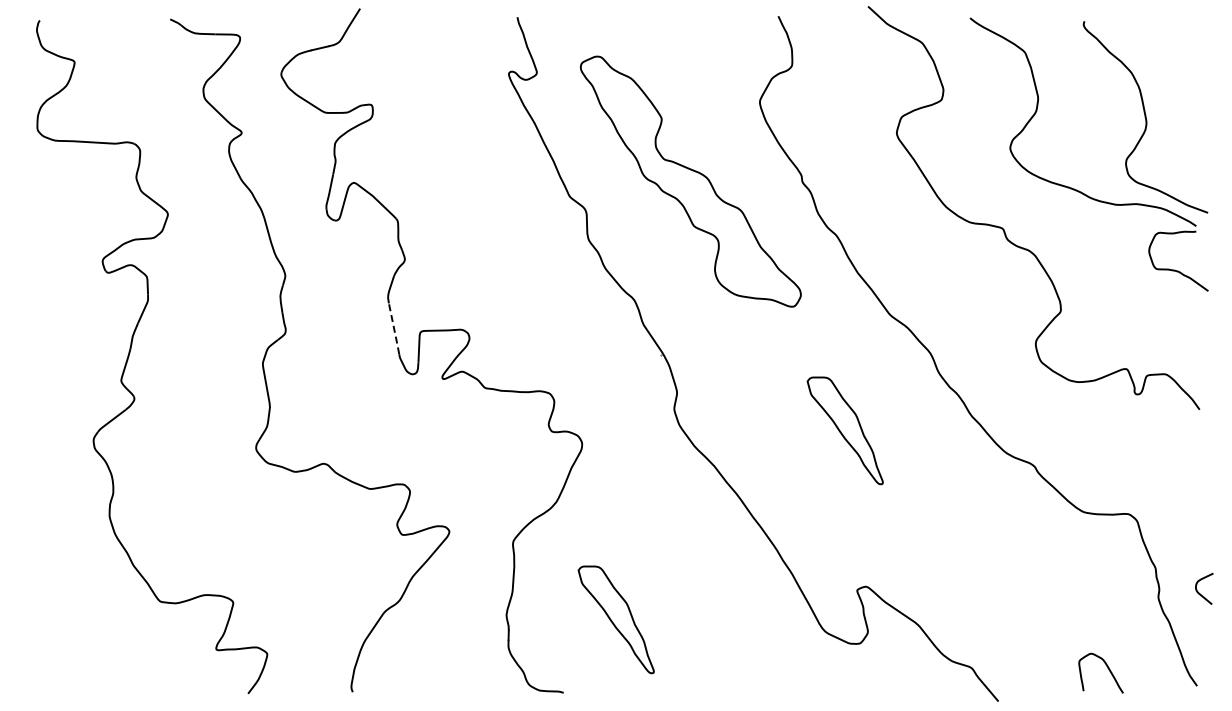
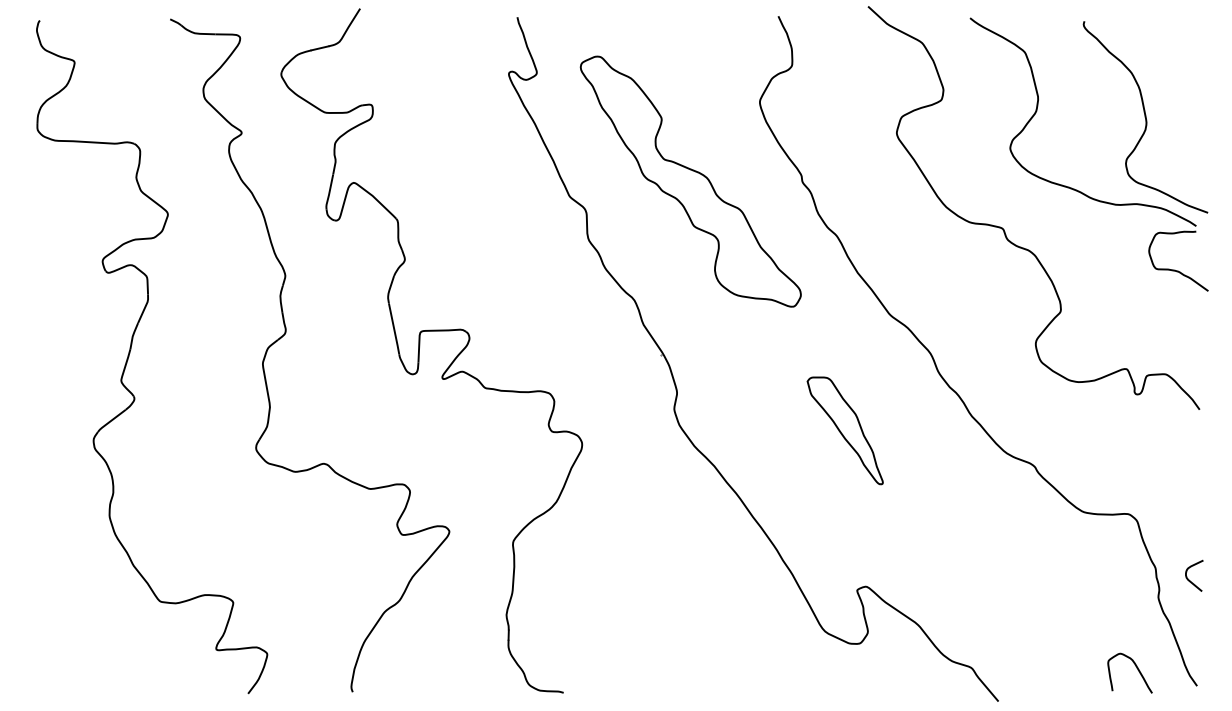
line at (394, 329): dashed -> solid
curve at (1199, 592) position: (1199, 592) -> (1189, 579)
part at (615, 619): present -> none
curve at (1107, 668) position: (1107, 668) -> (1136, 668)
